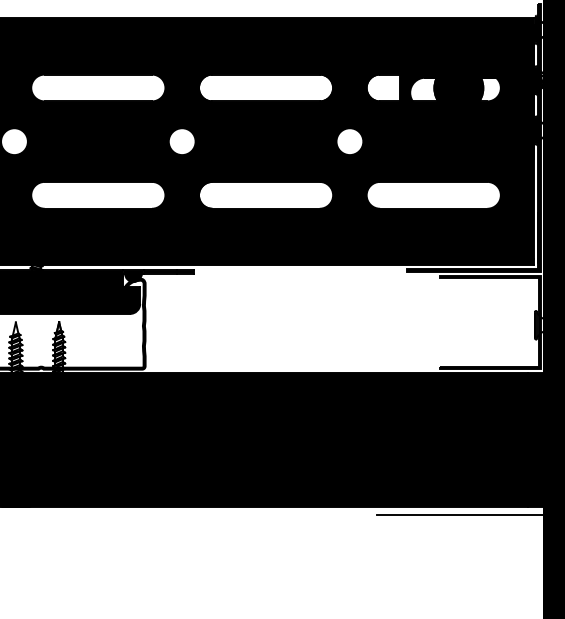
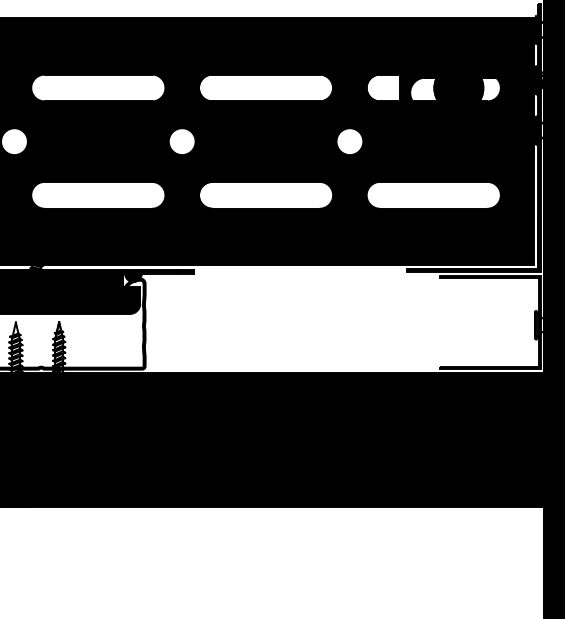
line at (460, 514): present -> none
